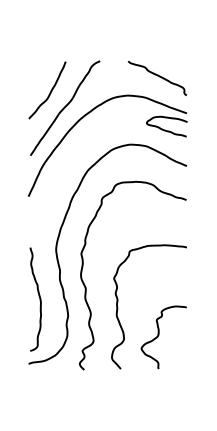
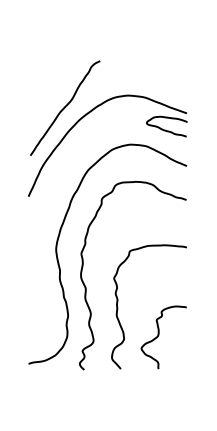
curve at (157, 76): present -> none
curve at (49, 92): present -> none
curve at (39, 299): present -> none
